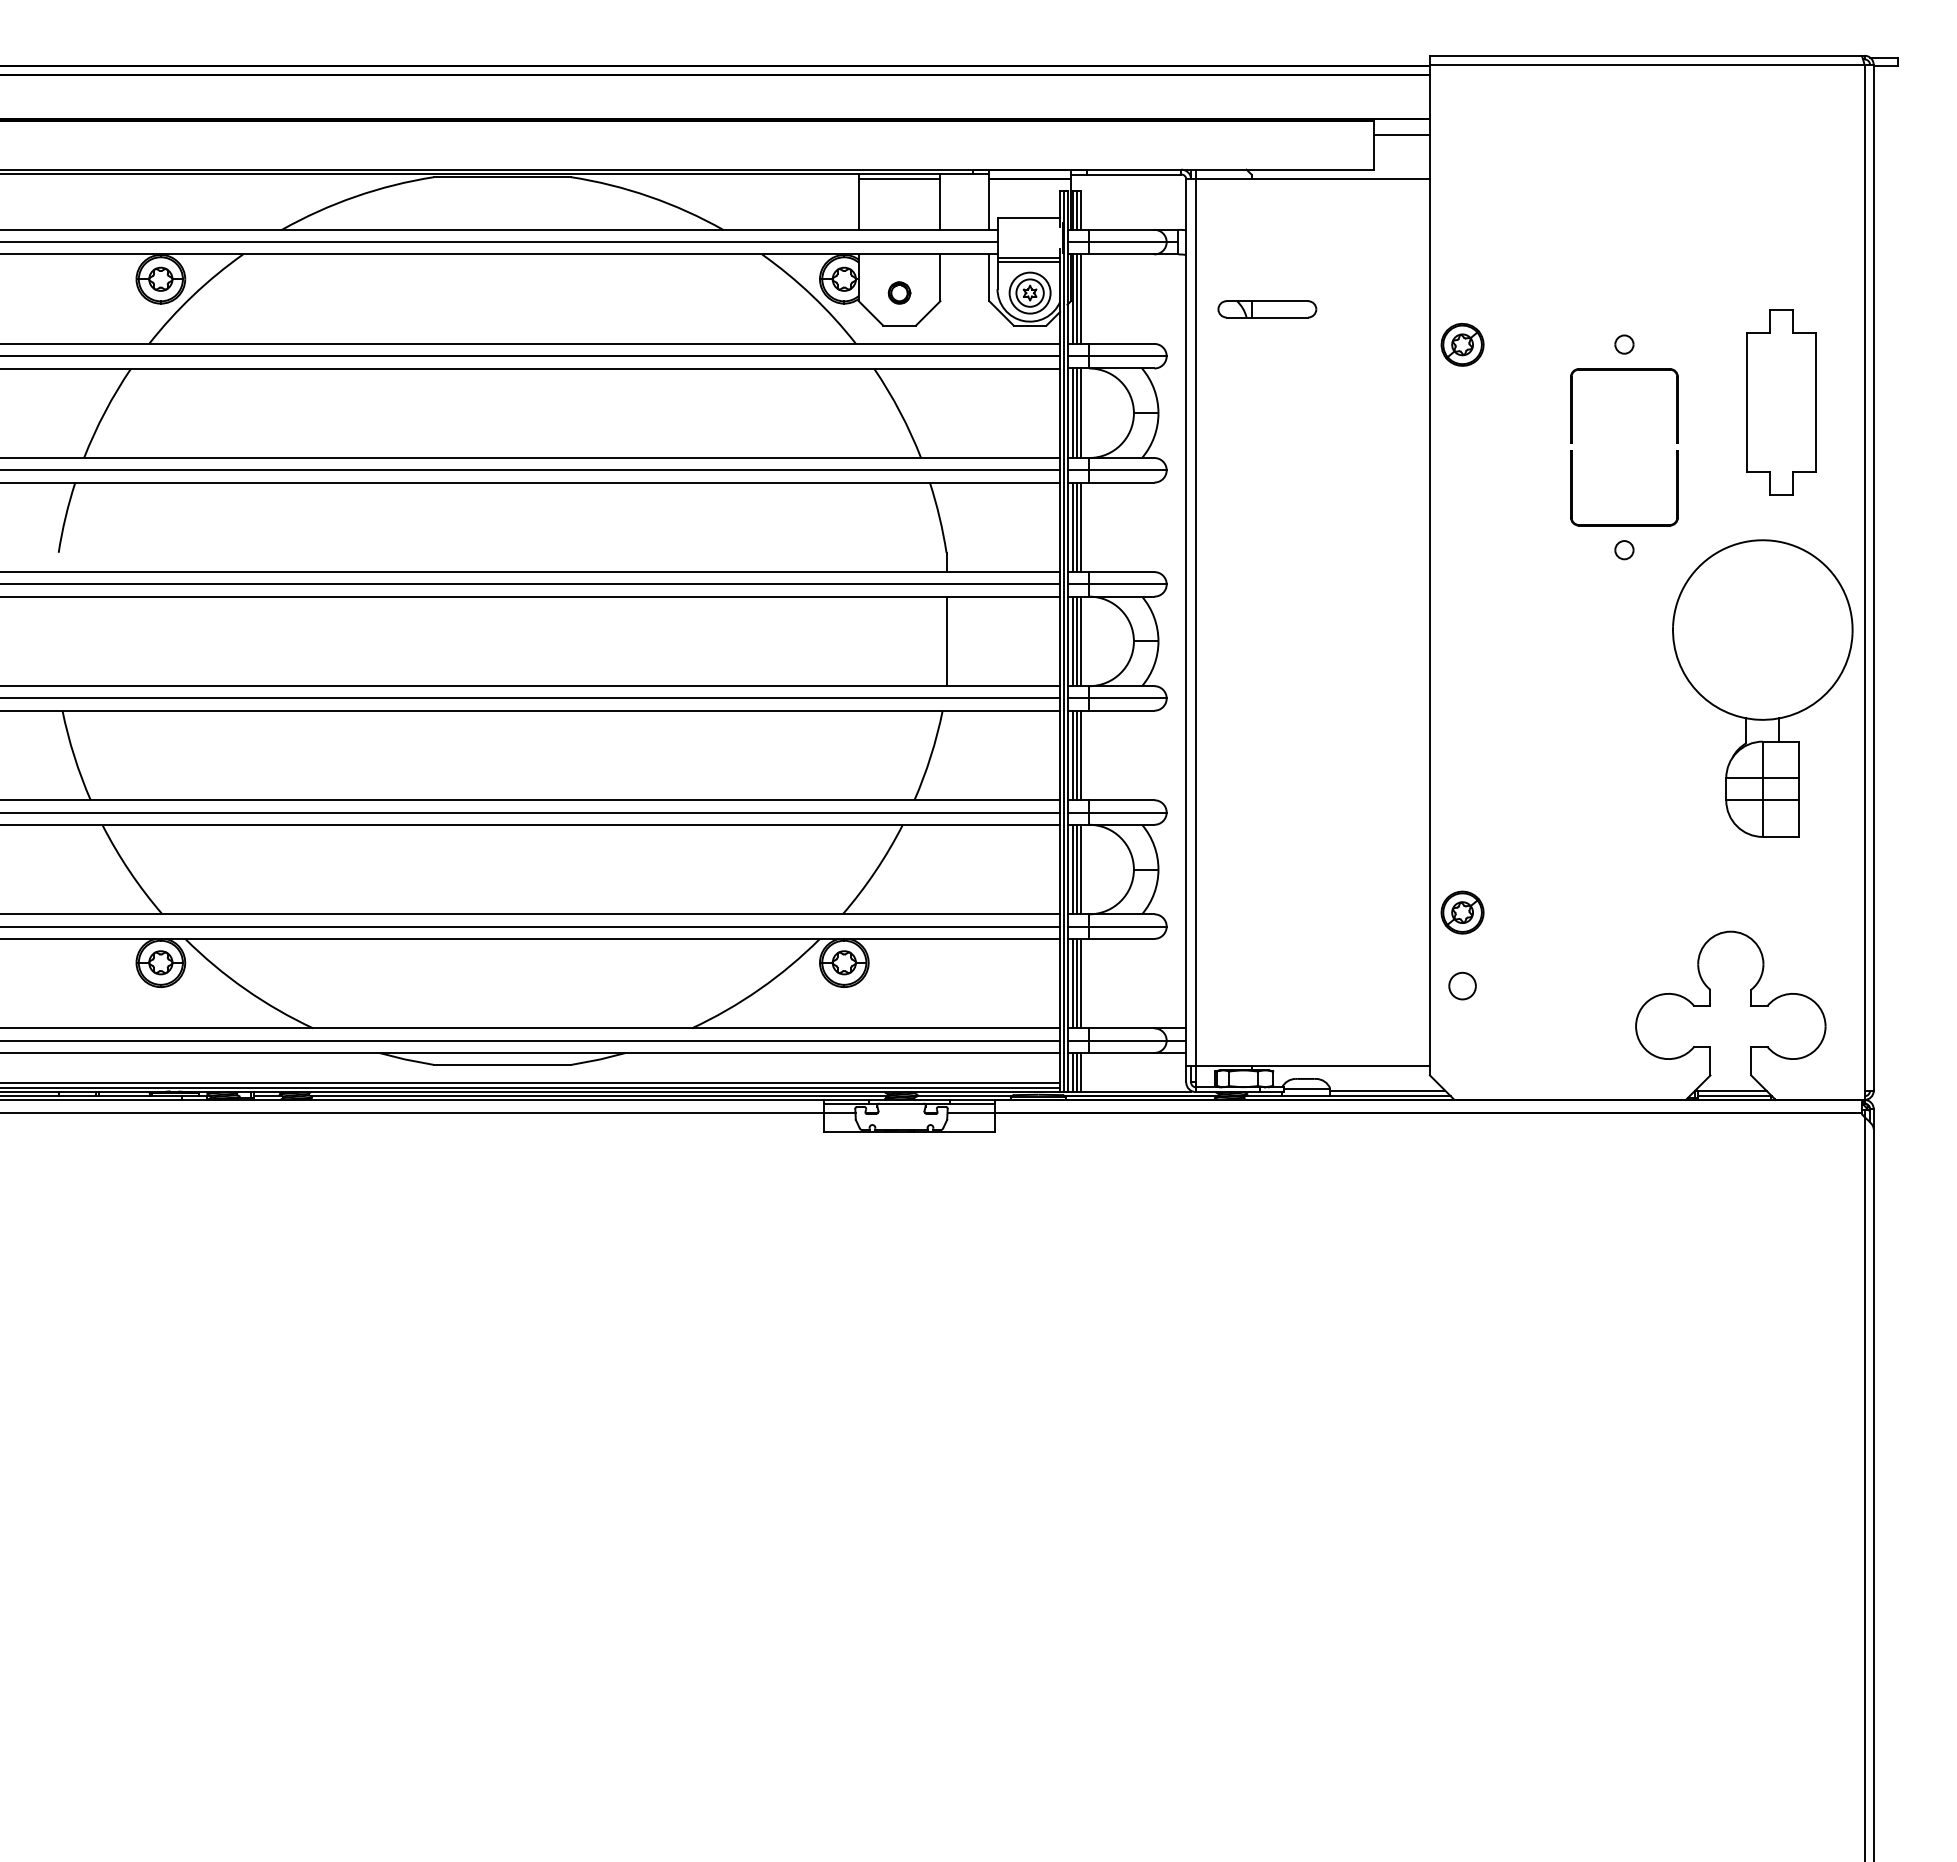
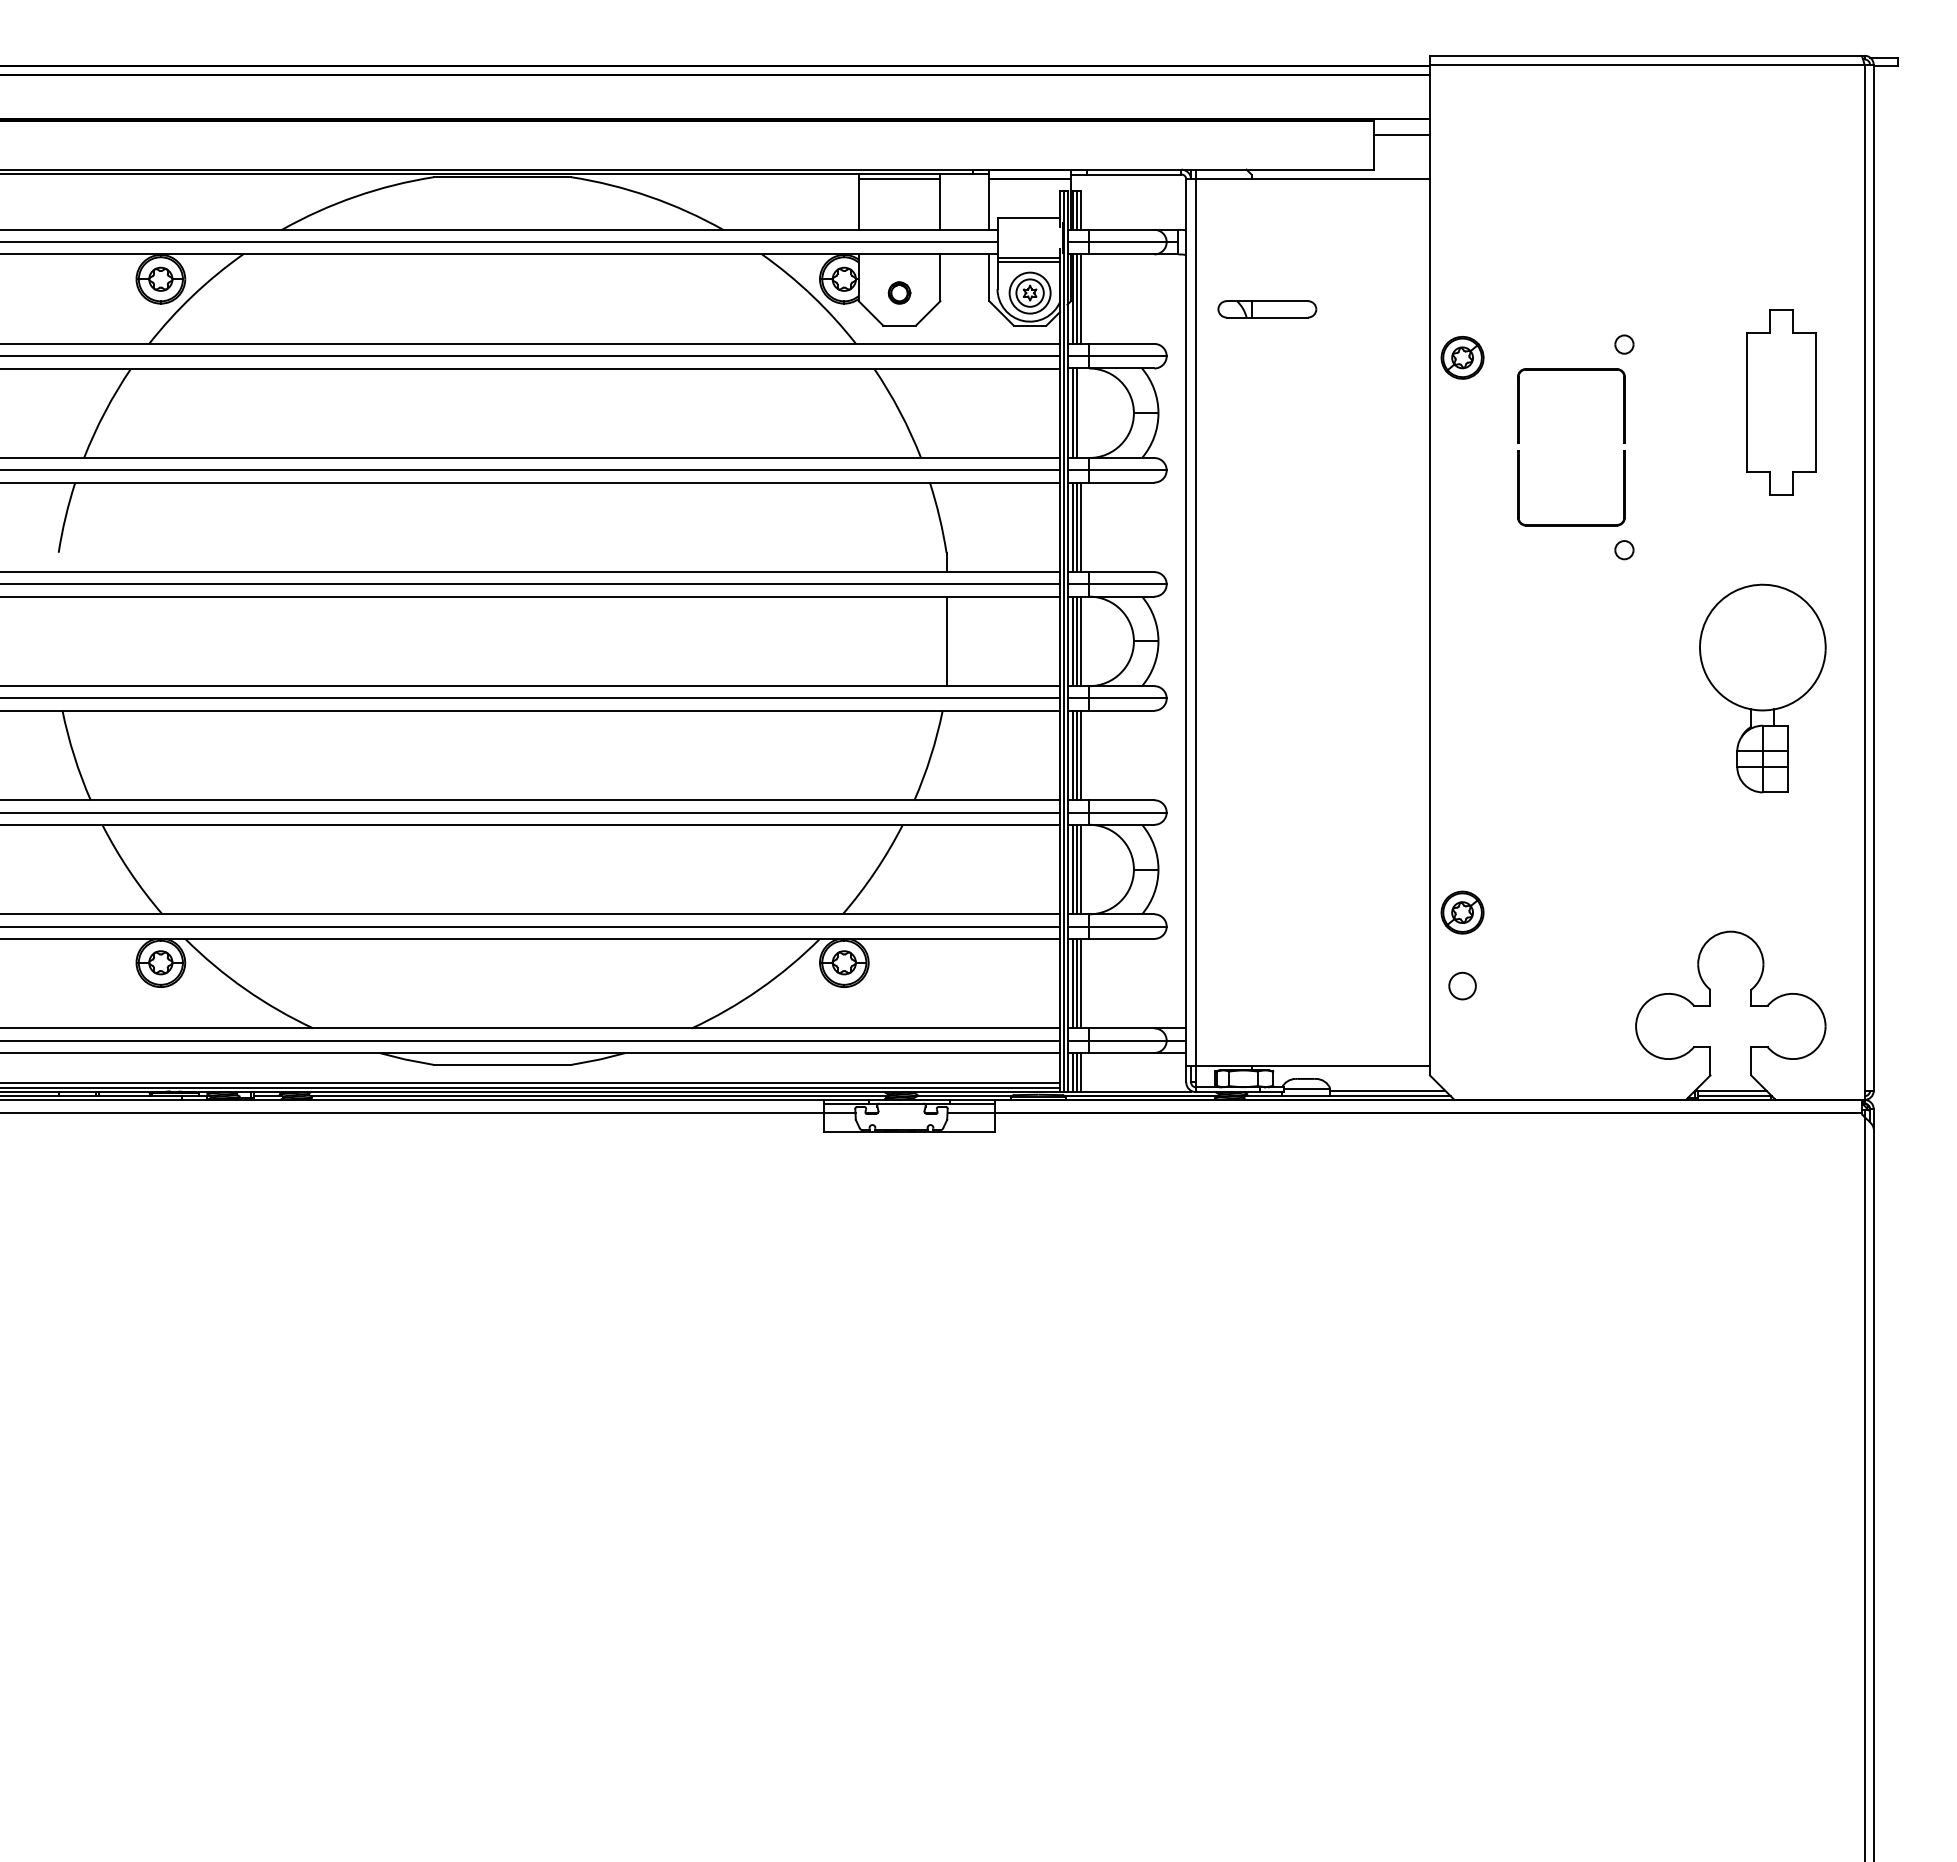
part at (1462, 344) position: (1462, 344) -> (1462, 357)
line at (1080, 413): present -> none
part at (1572, 450) position: (1572, 450) -> (1519, 450)
part at (1762, 688) size: 182x299 px -> 128x211 px
